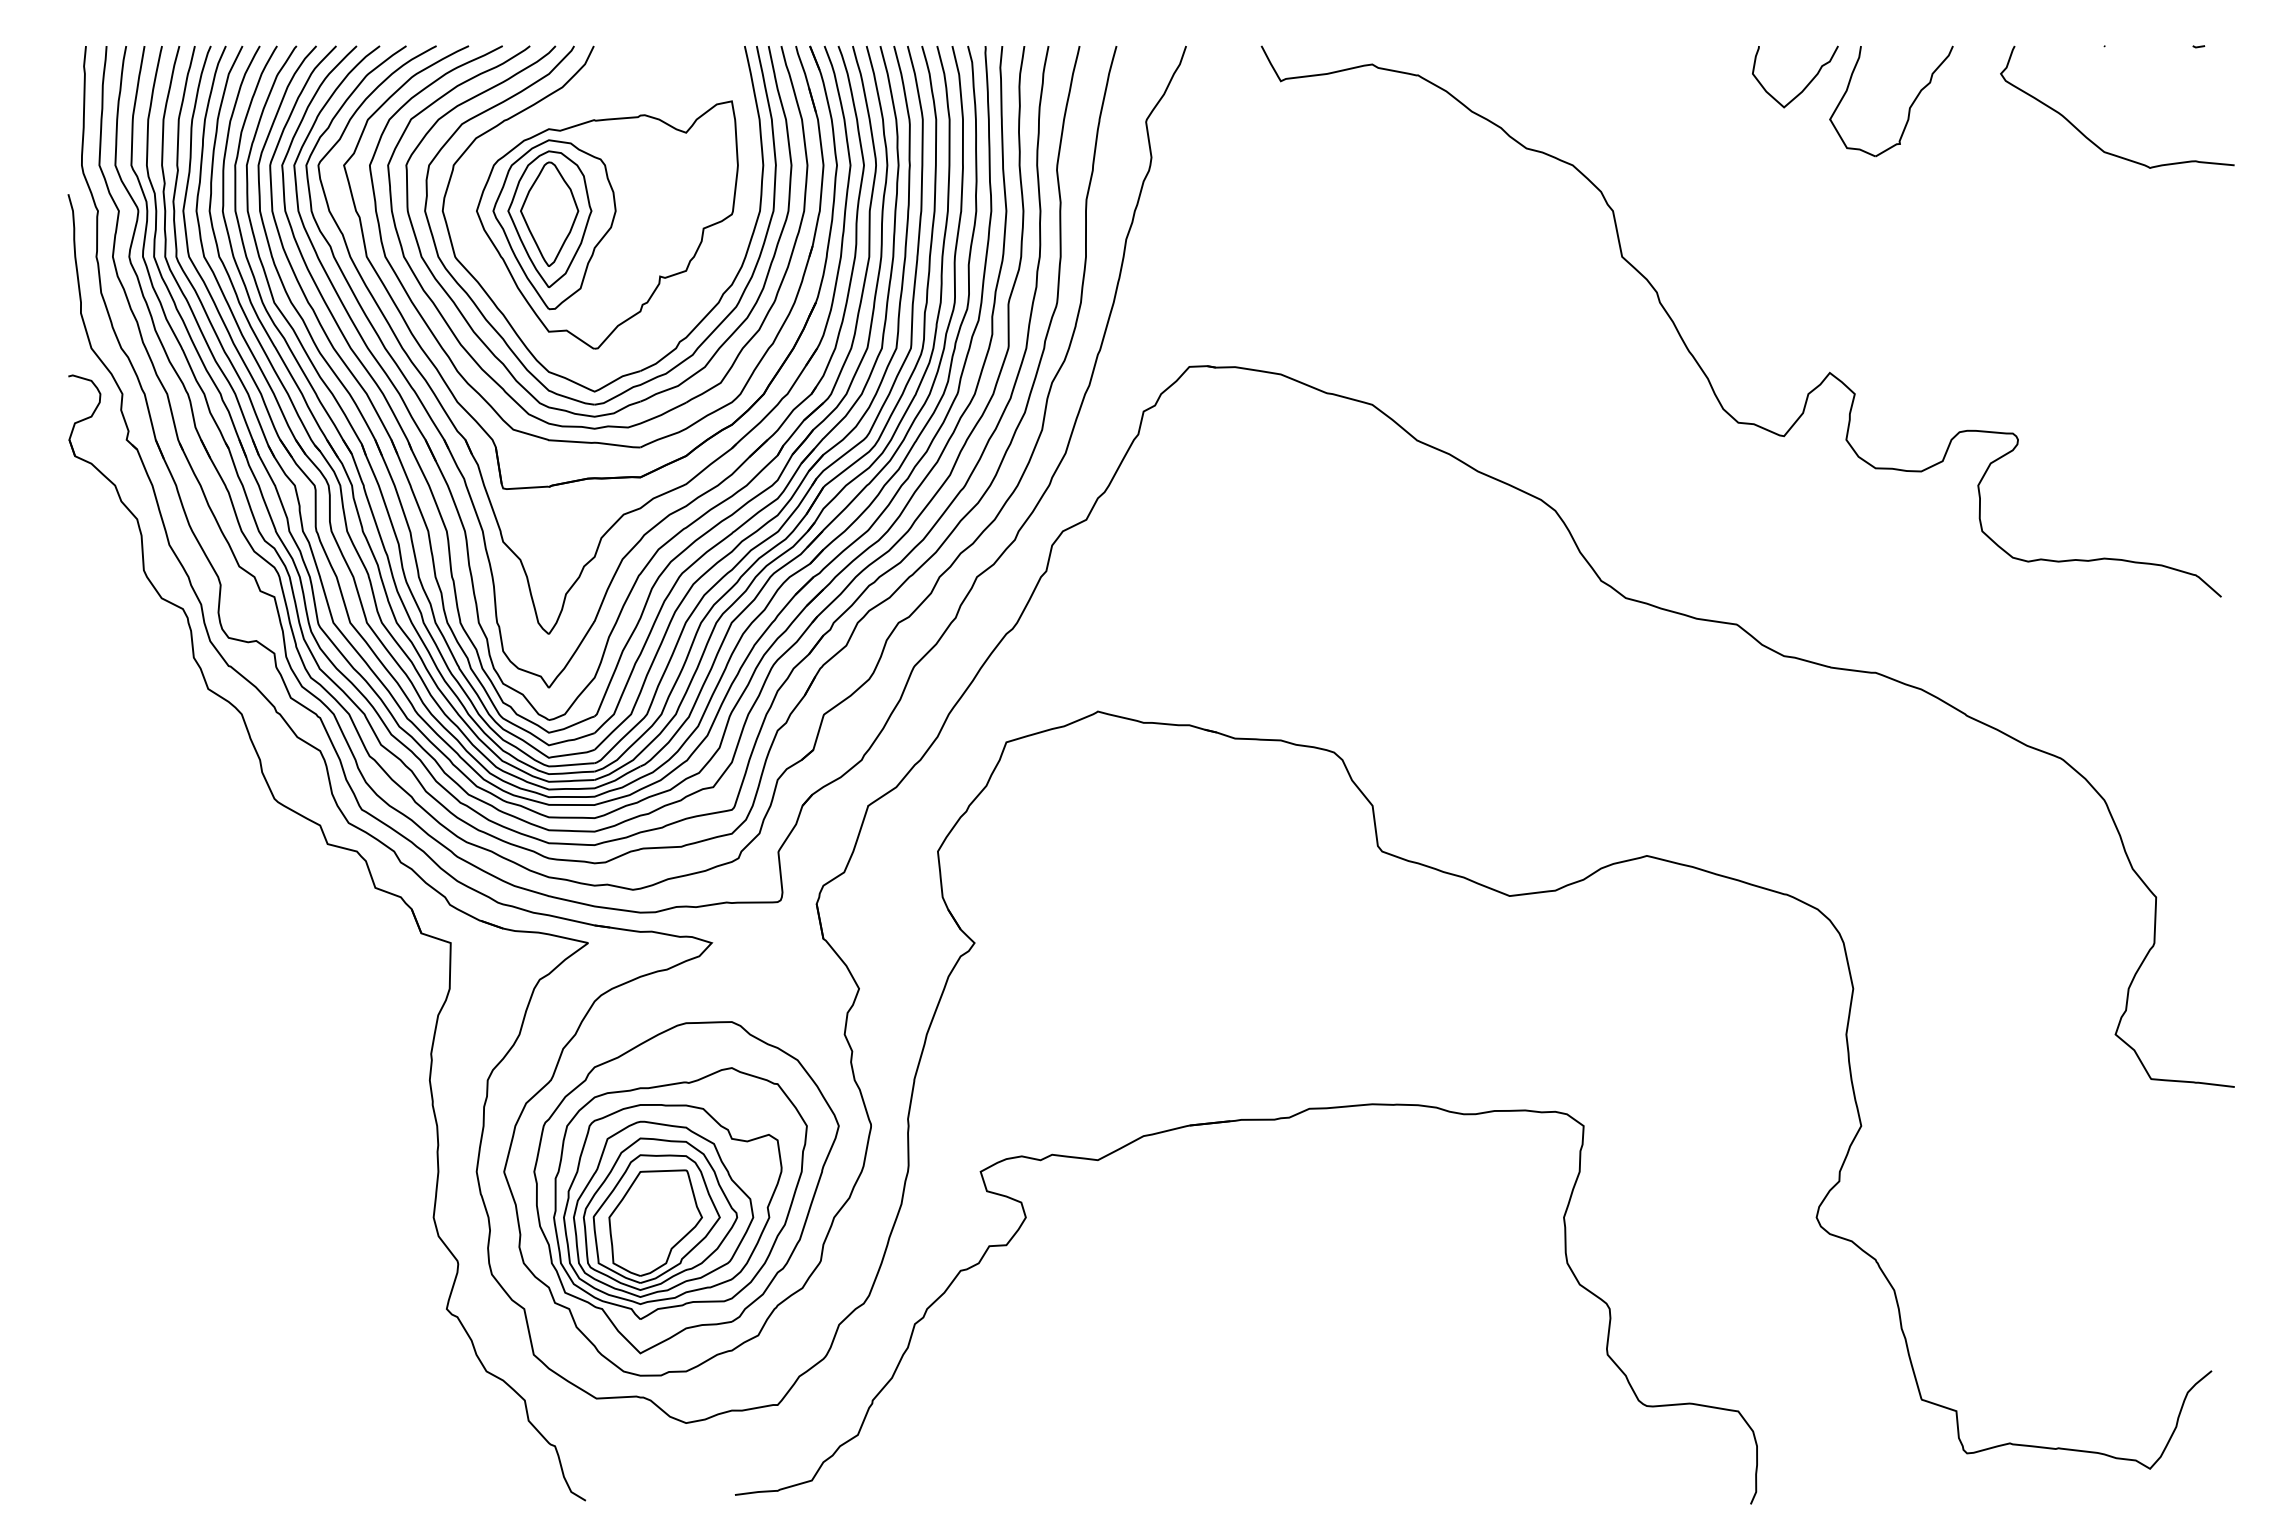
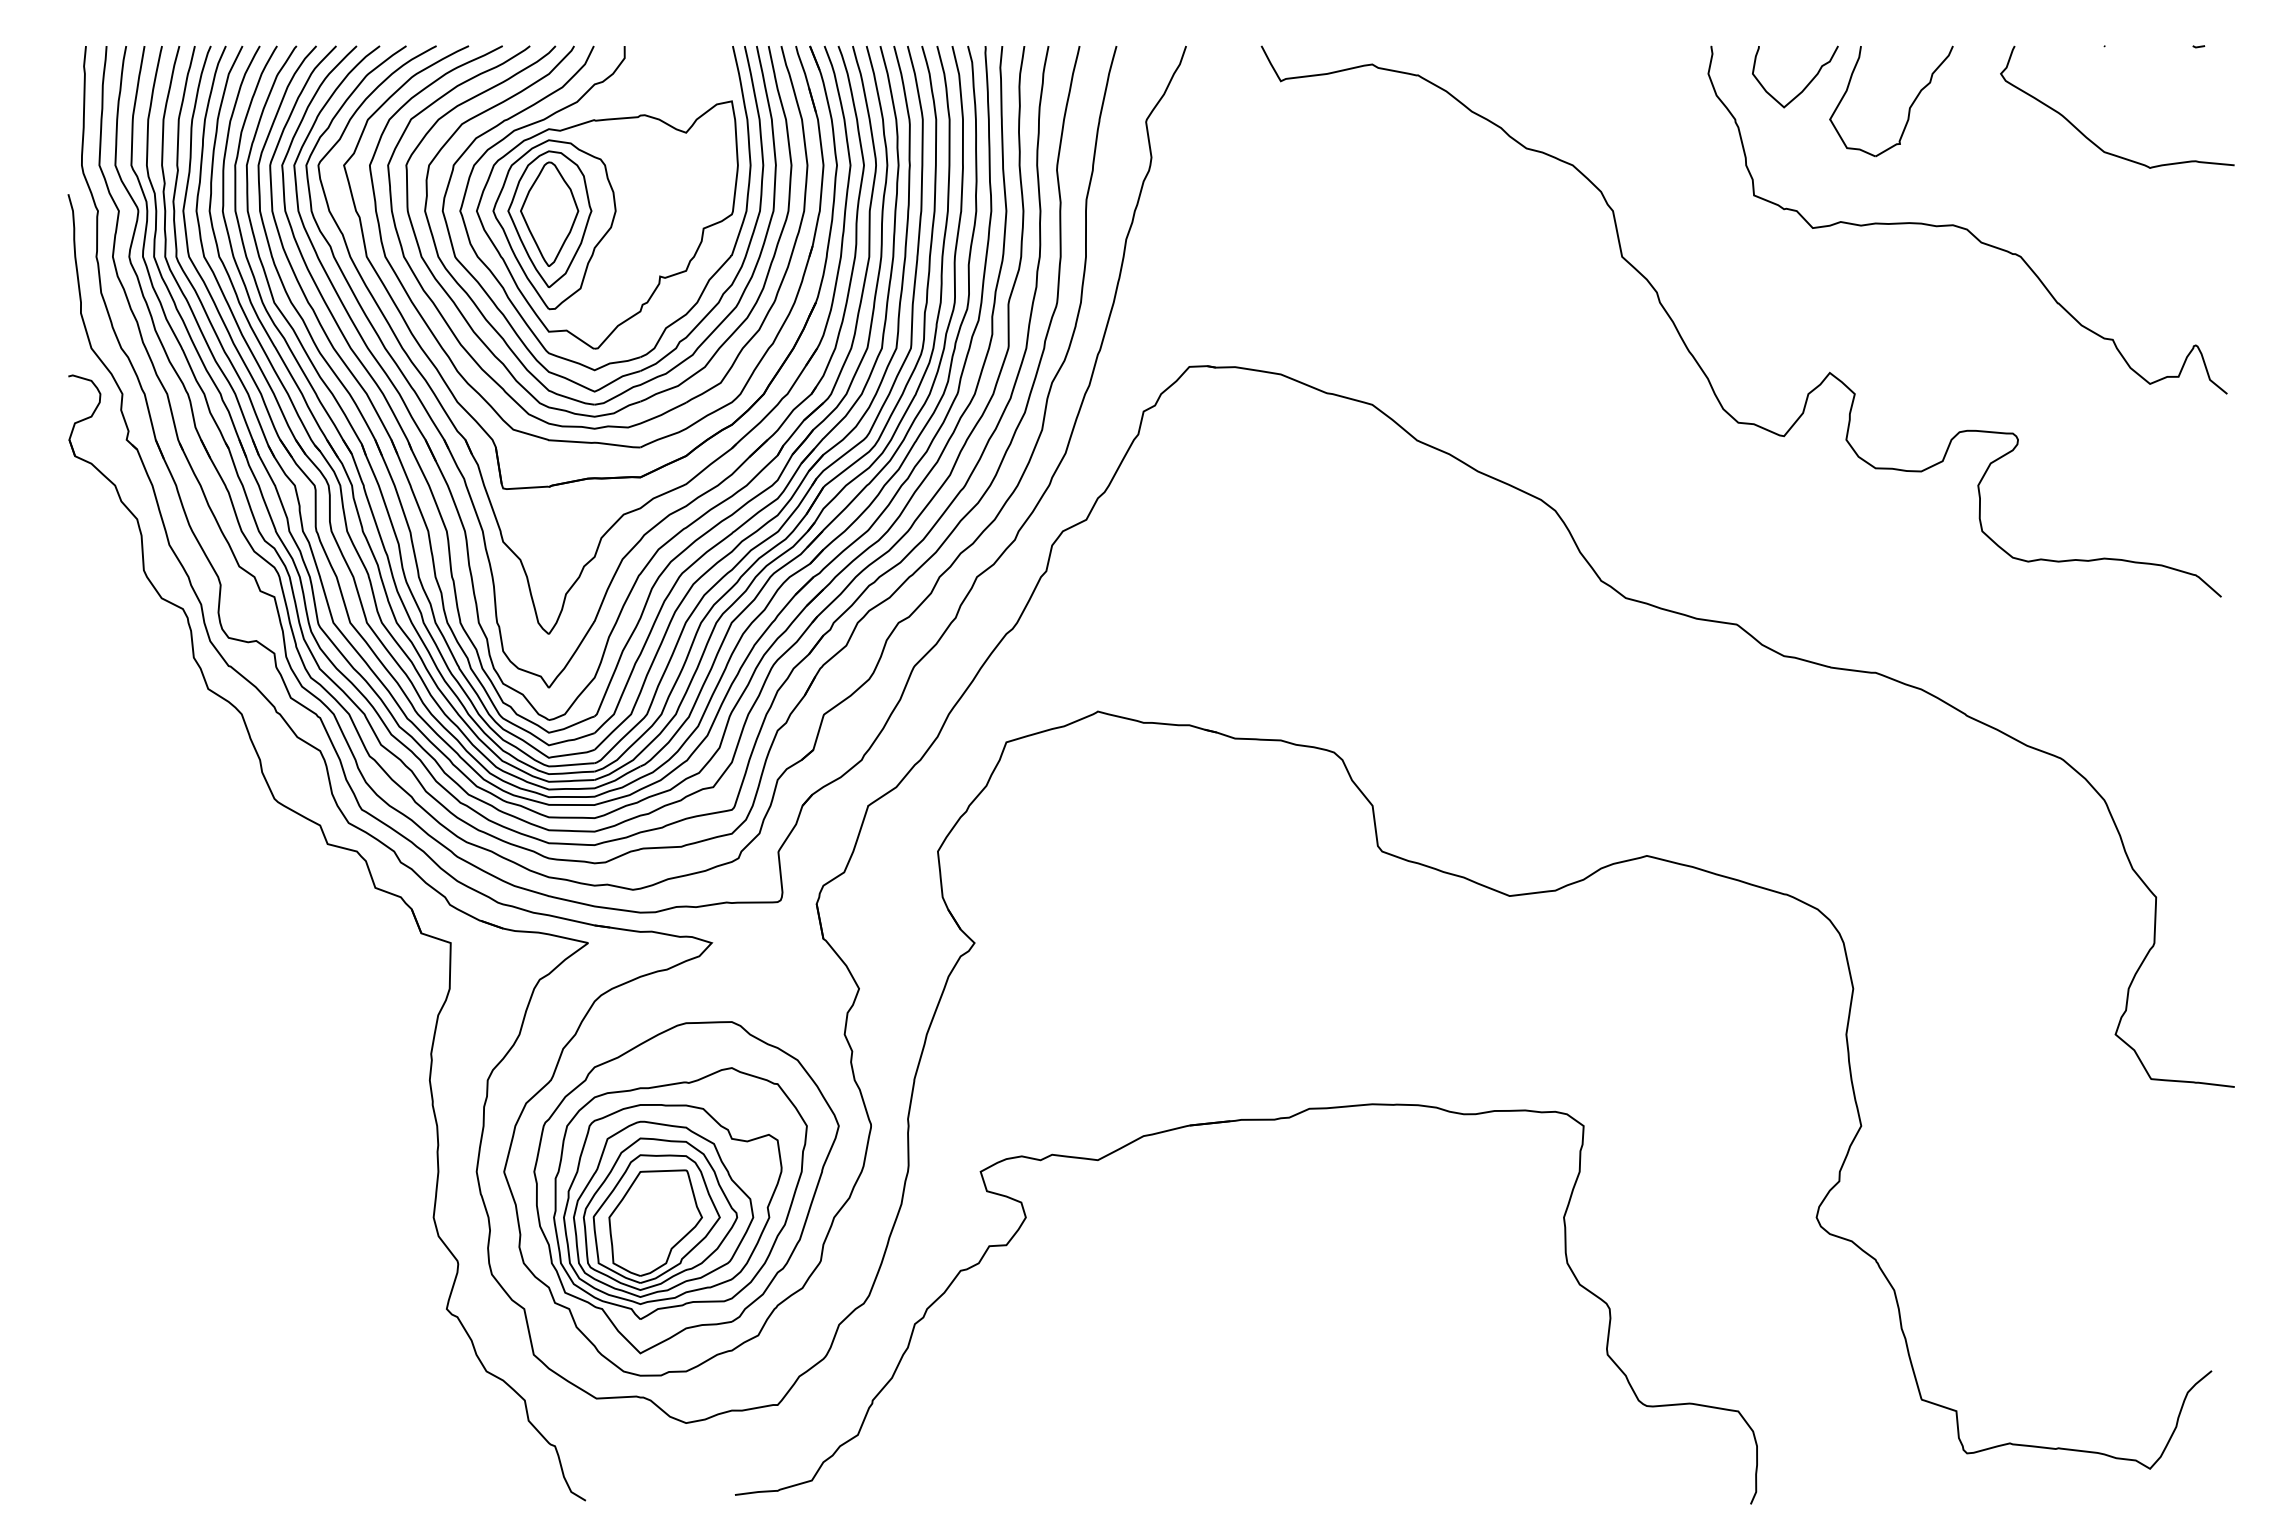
part at (548, 118): none -> present
curve at (1964, 227): none -> present
